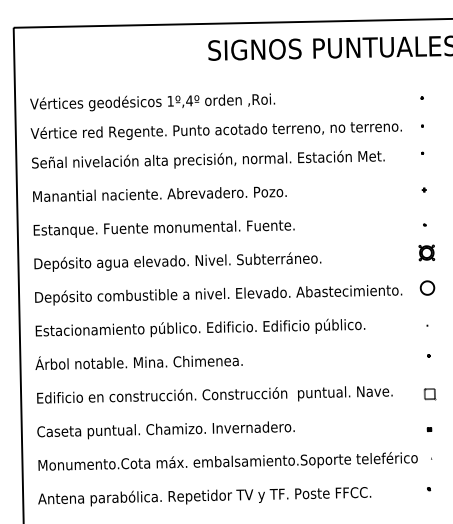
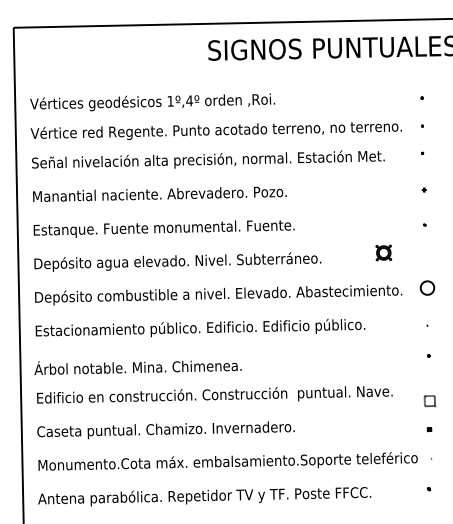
part at (426, 252) position: (426, 252) -> (383, 252)
text at (138, 362) position: (138, 362) -> (137, 367)
part at (429, 394) position: (429, 394) -> (429, 401)
